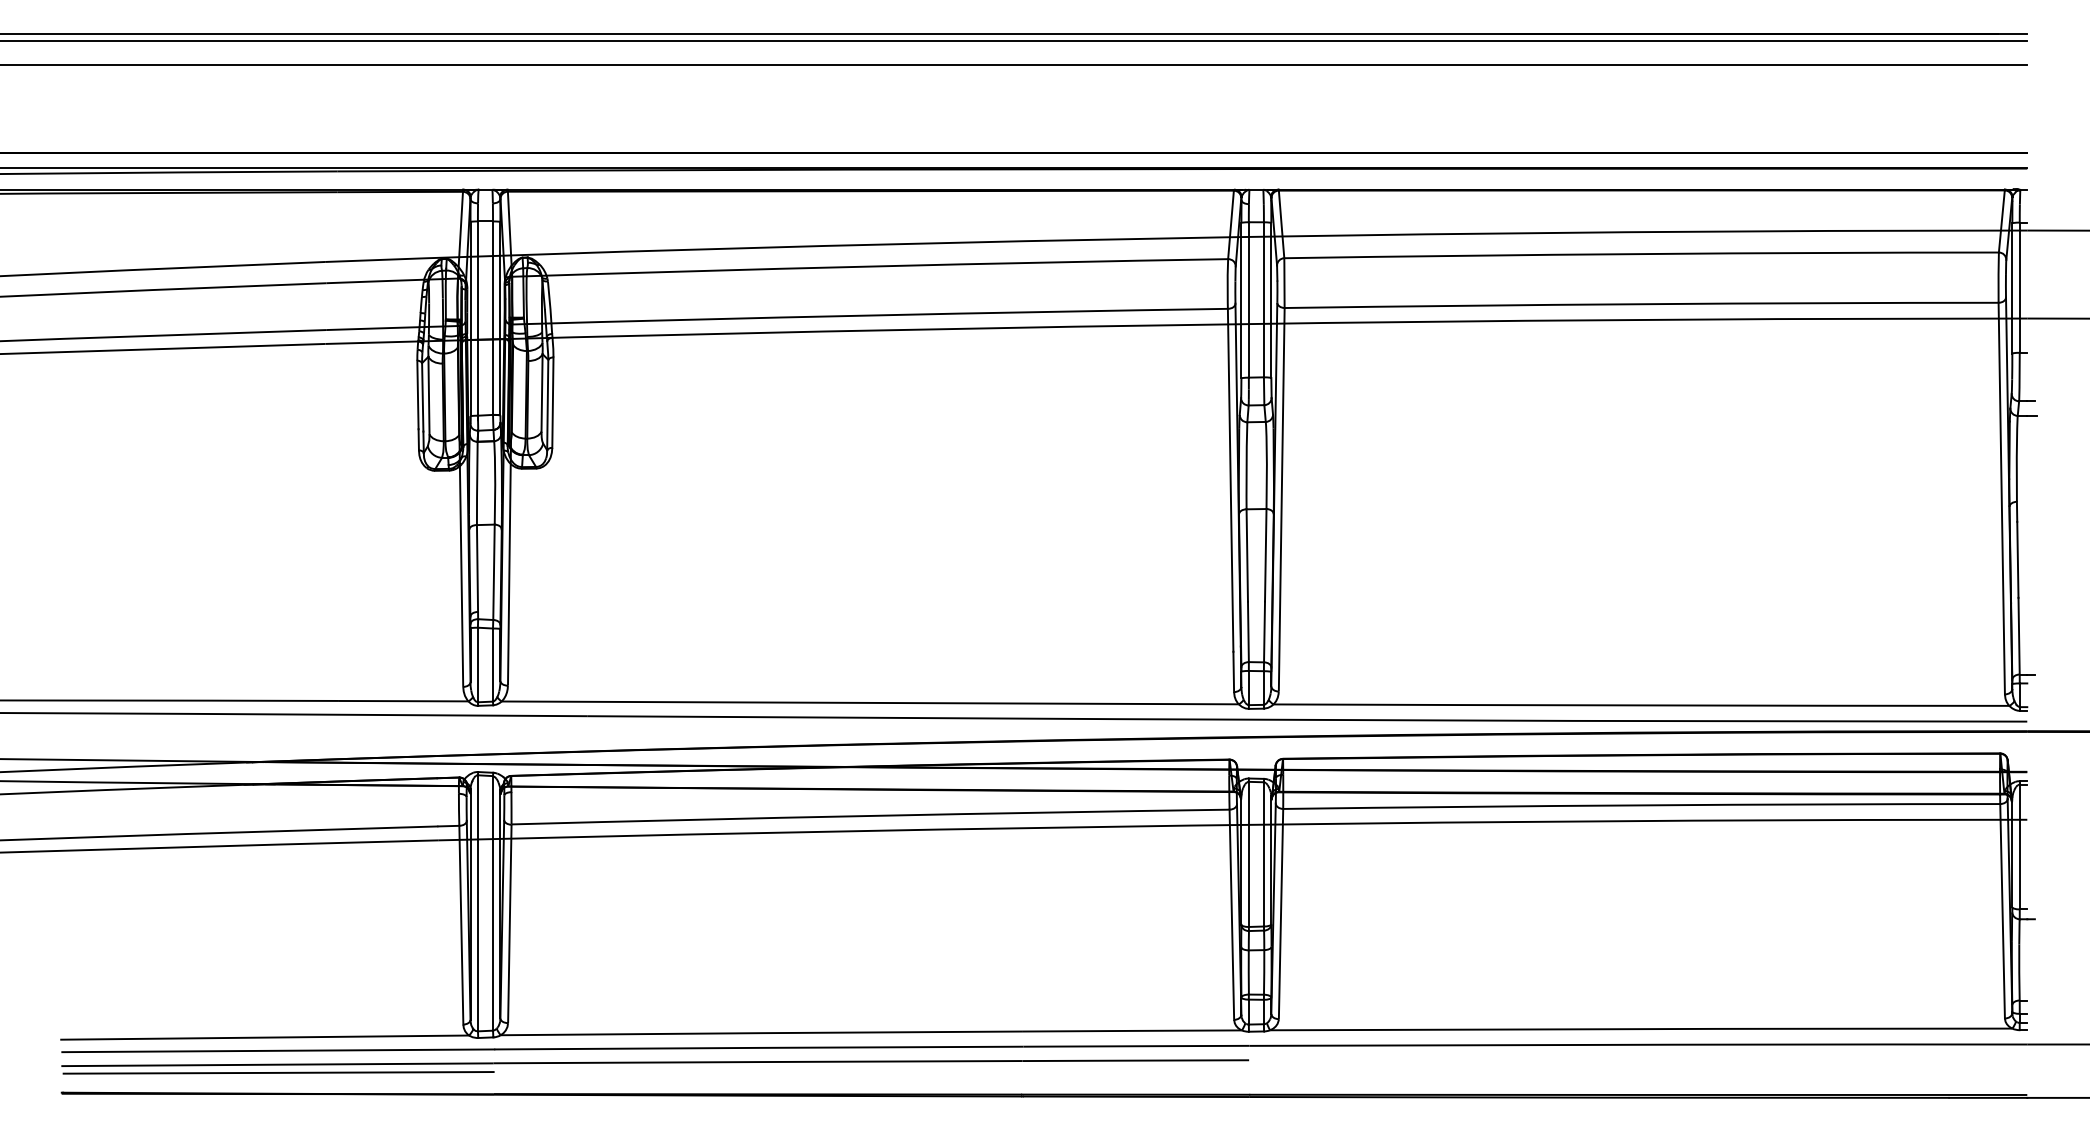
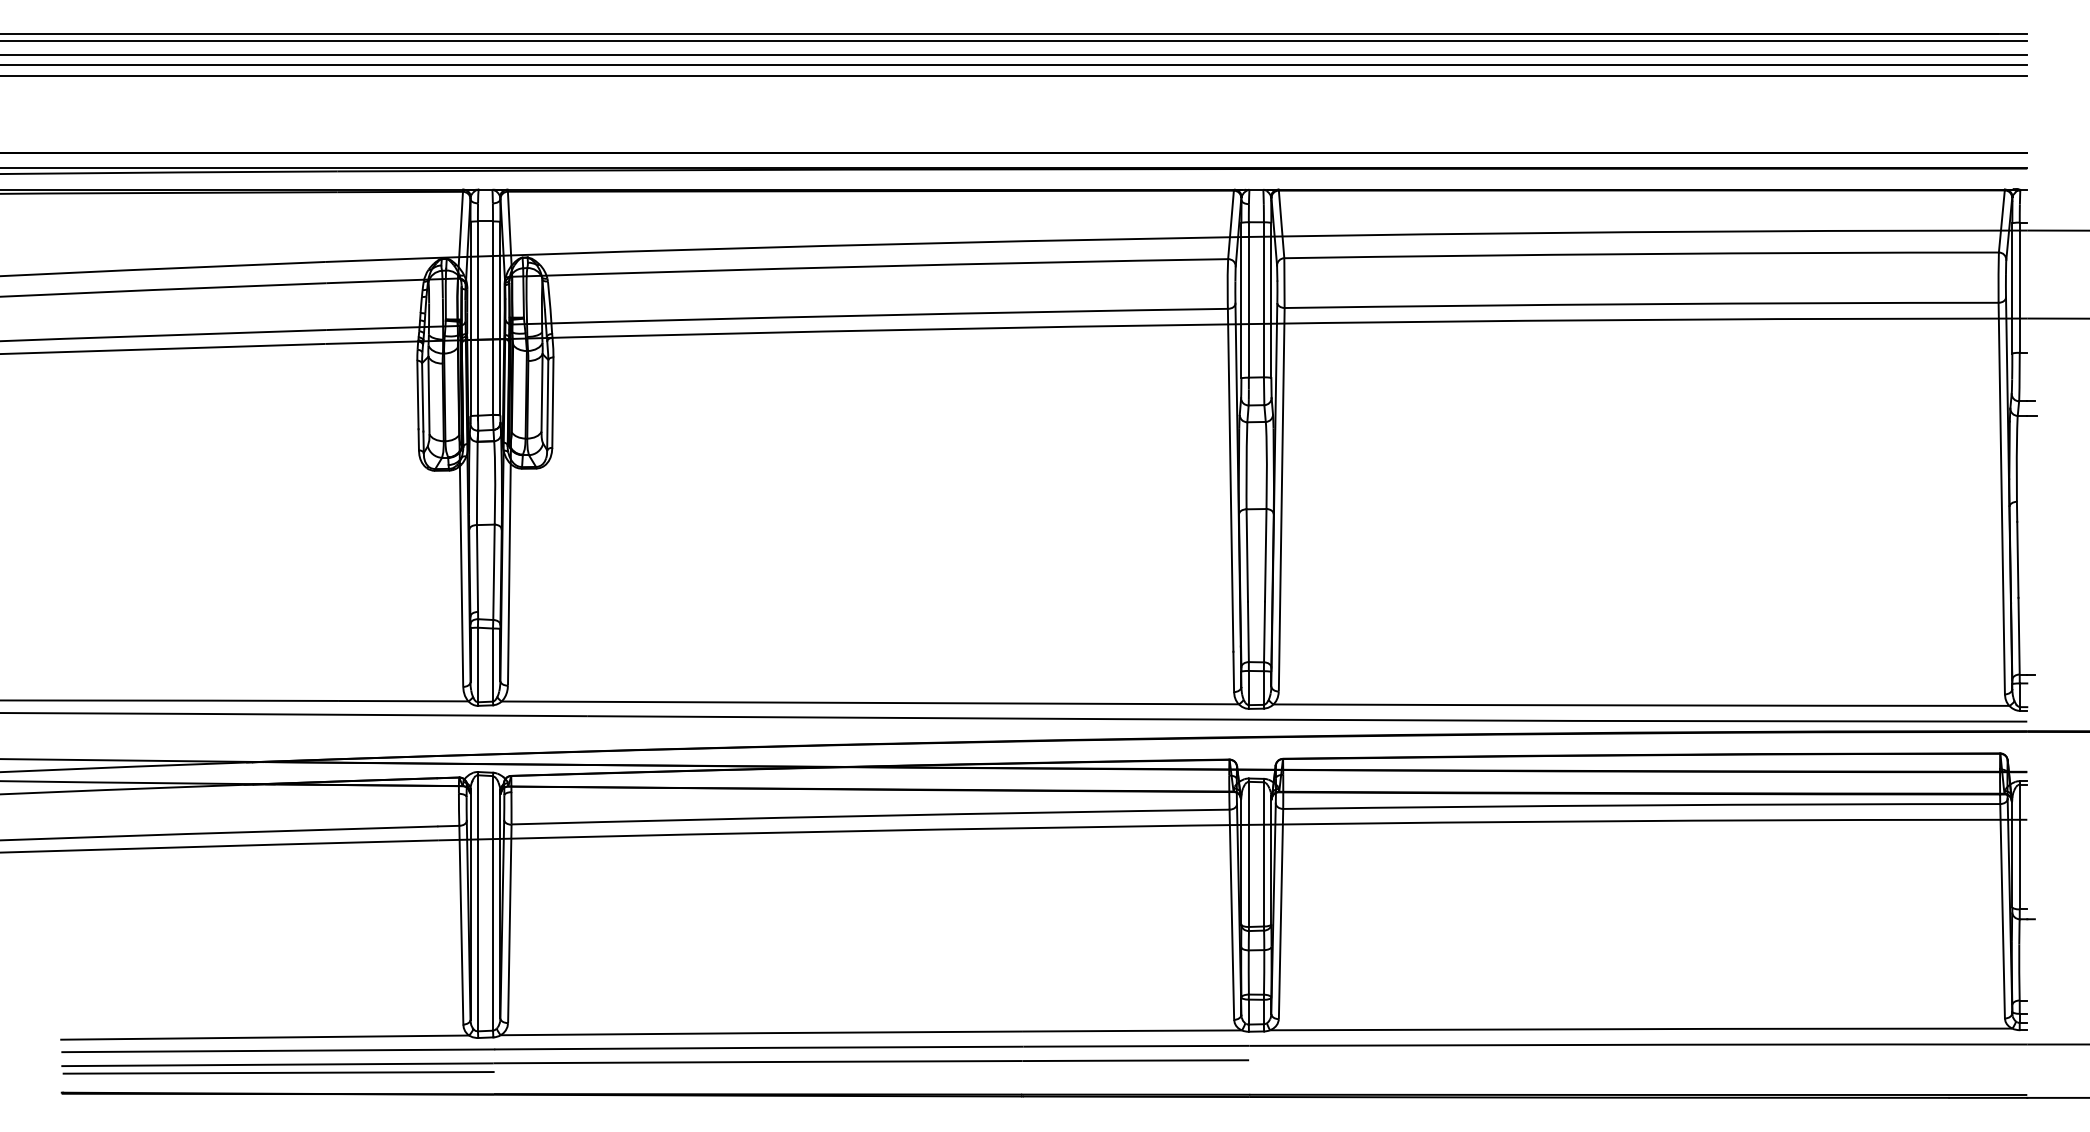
line at (1014, 55): none -> present
line at (1014, 75): none -> present
